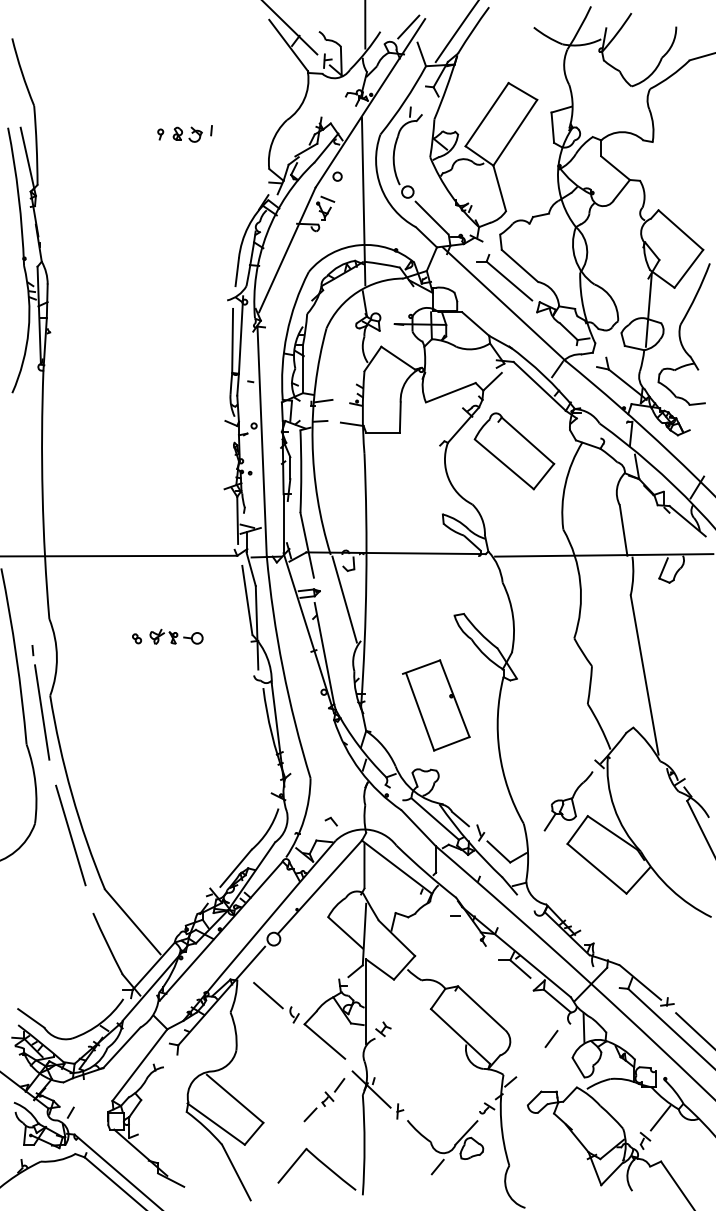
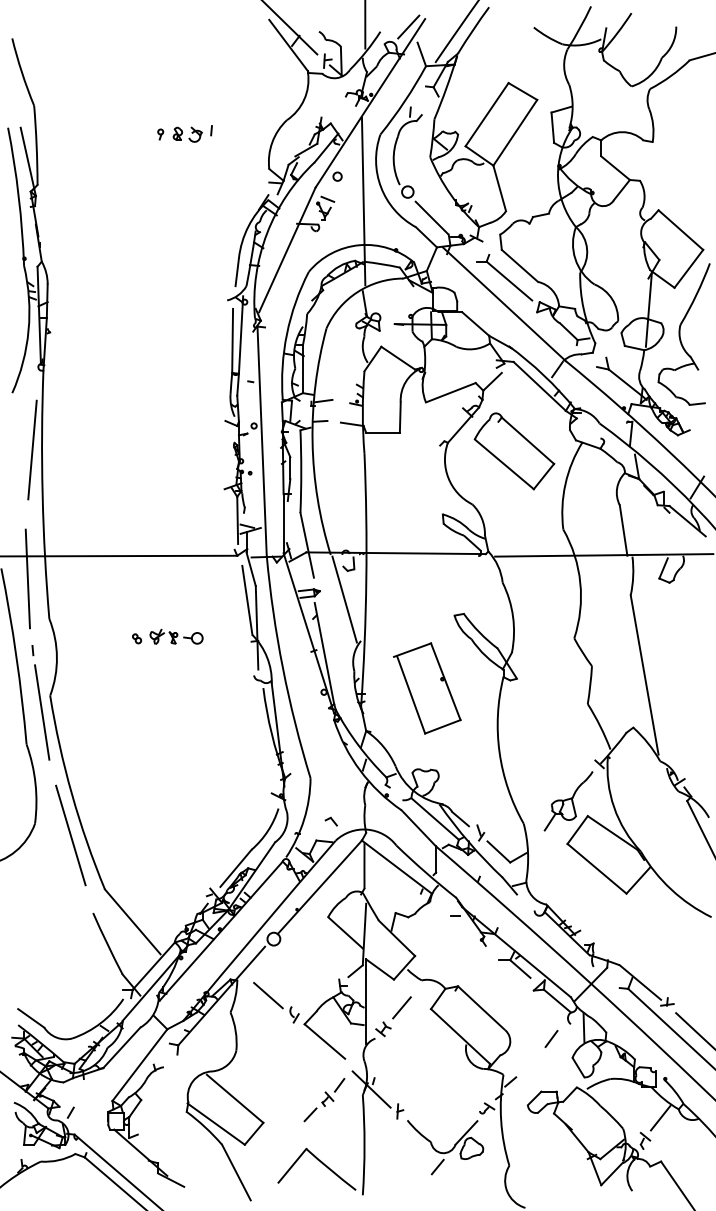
line at (32, 449): none -> present
line at (27, 578): none -> present
part at (436, 705) position: (436, 705) -> (427, 688)
line at (401, 1007): none -> present
